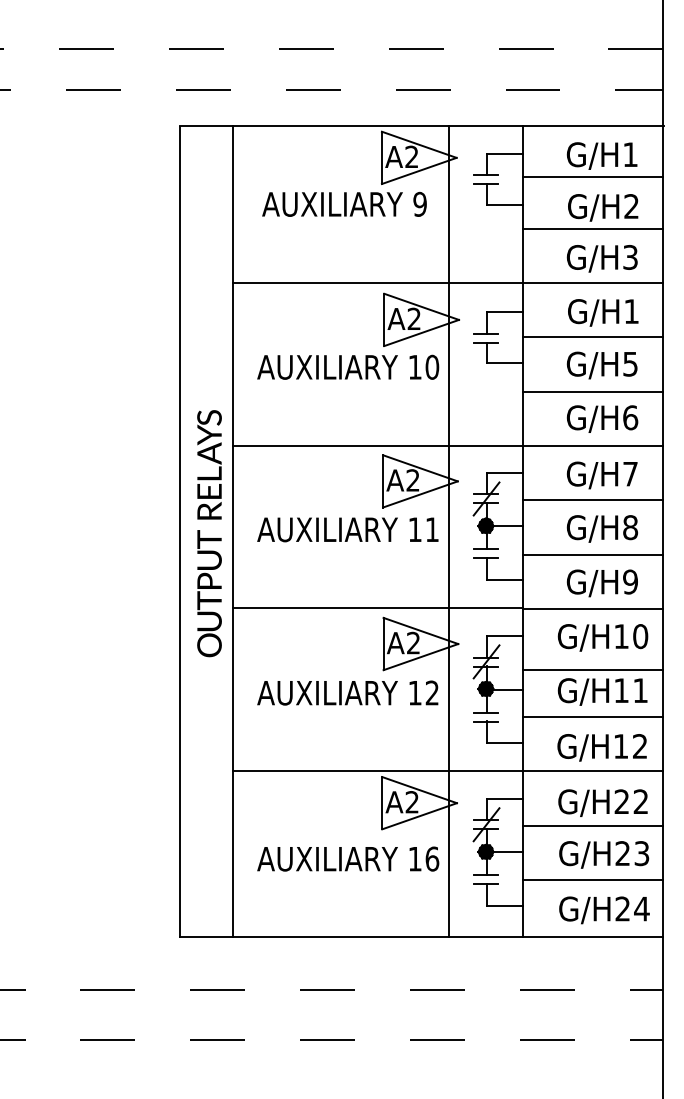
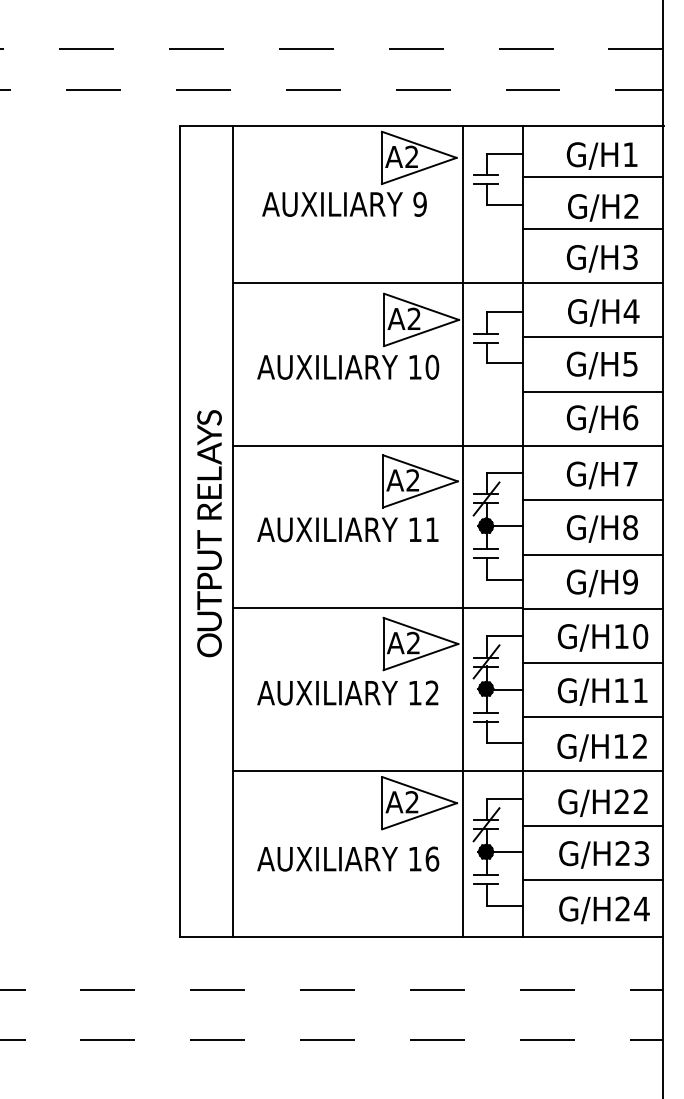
text at (631, 311): G/H1 -> G/H4
line at (449, 531) position: (449, 531) -> (463, 531)
line at (593, 669) position: (593, 669) -> (593, 662)
